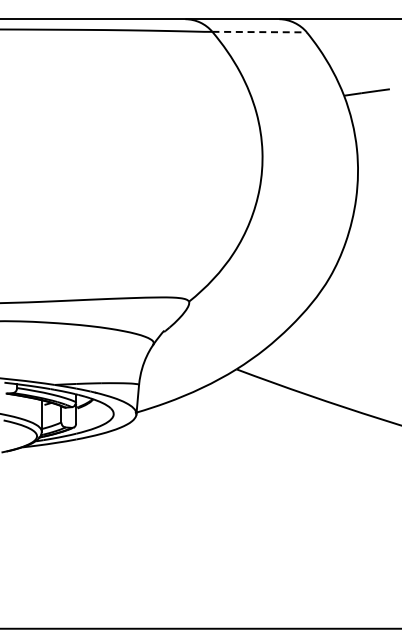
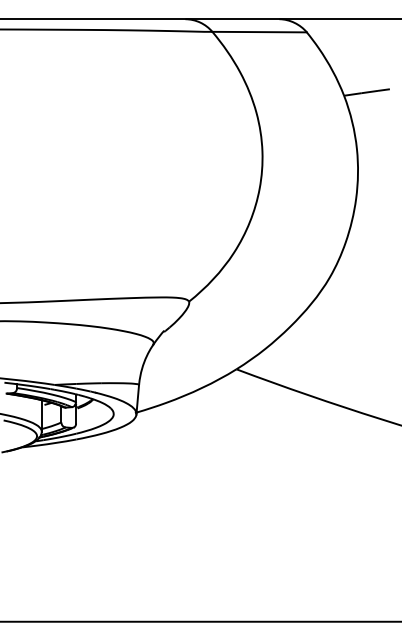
line at (260, 32): dashed -> solid
line at (200, 628) position: (200, 628) -> (200, 621)
